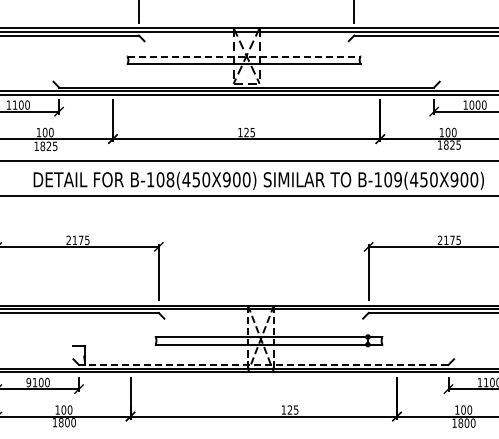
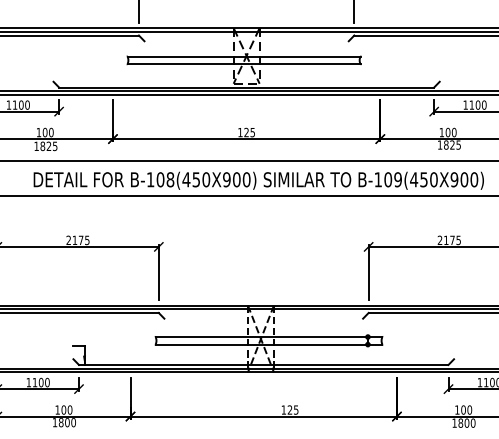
line at (244, 56): dashed -> solid
text at (471, 104): 1000 -> 1100
line at (263, 364): dashed -> solid
text at (28, 382): 9100 -> 1100
